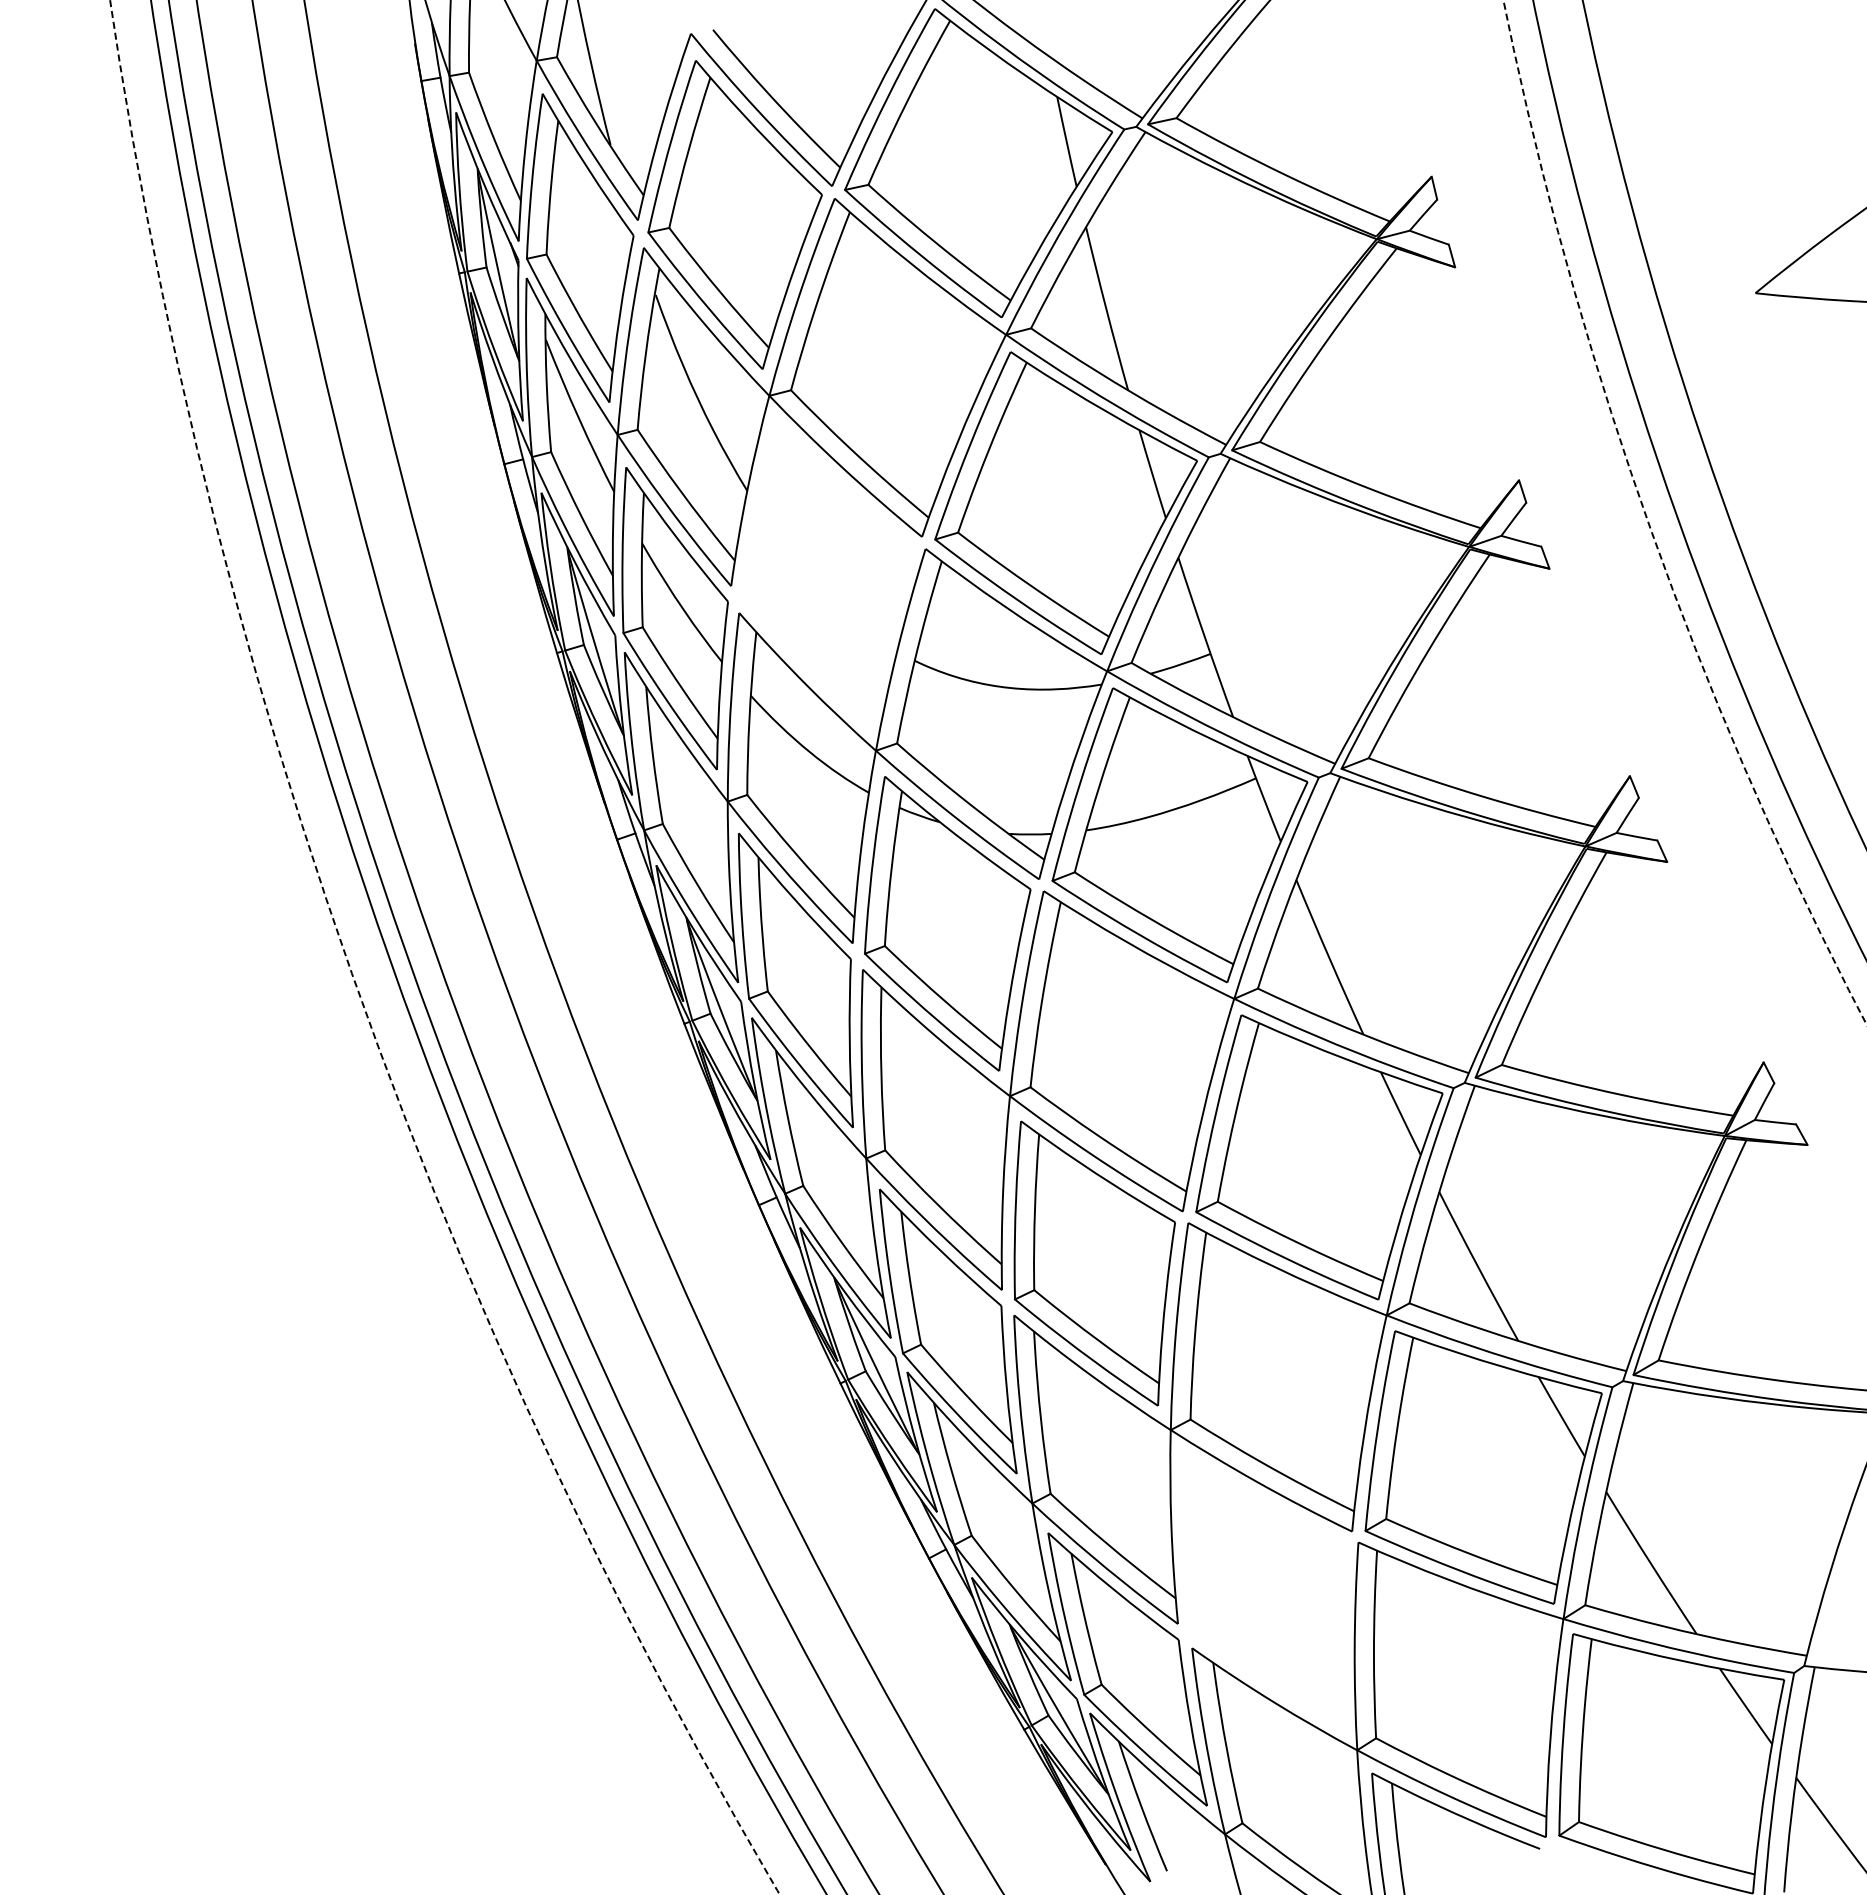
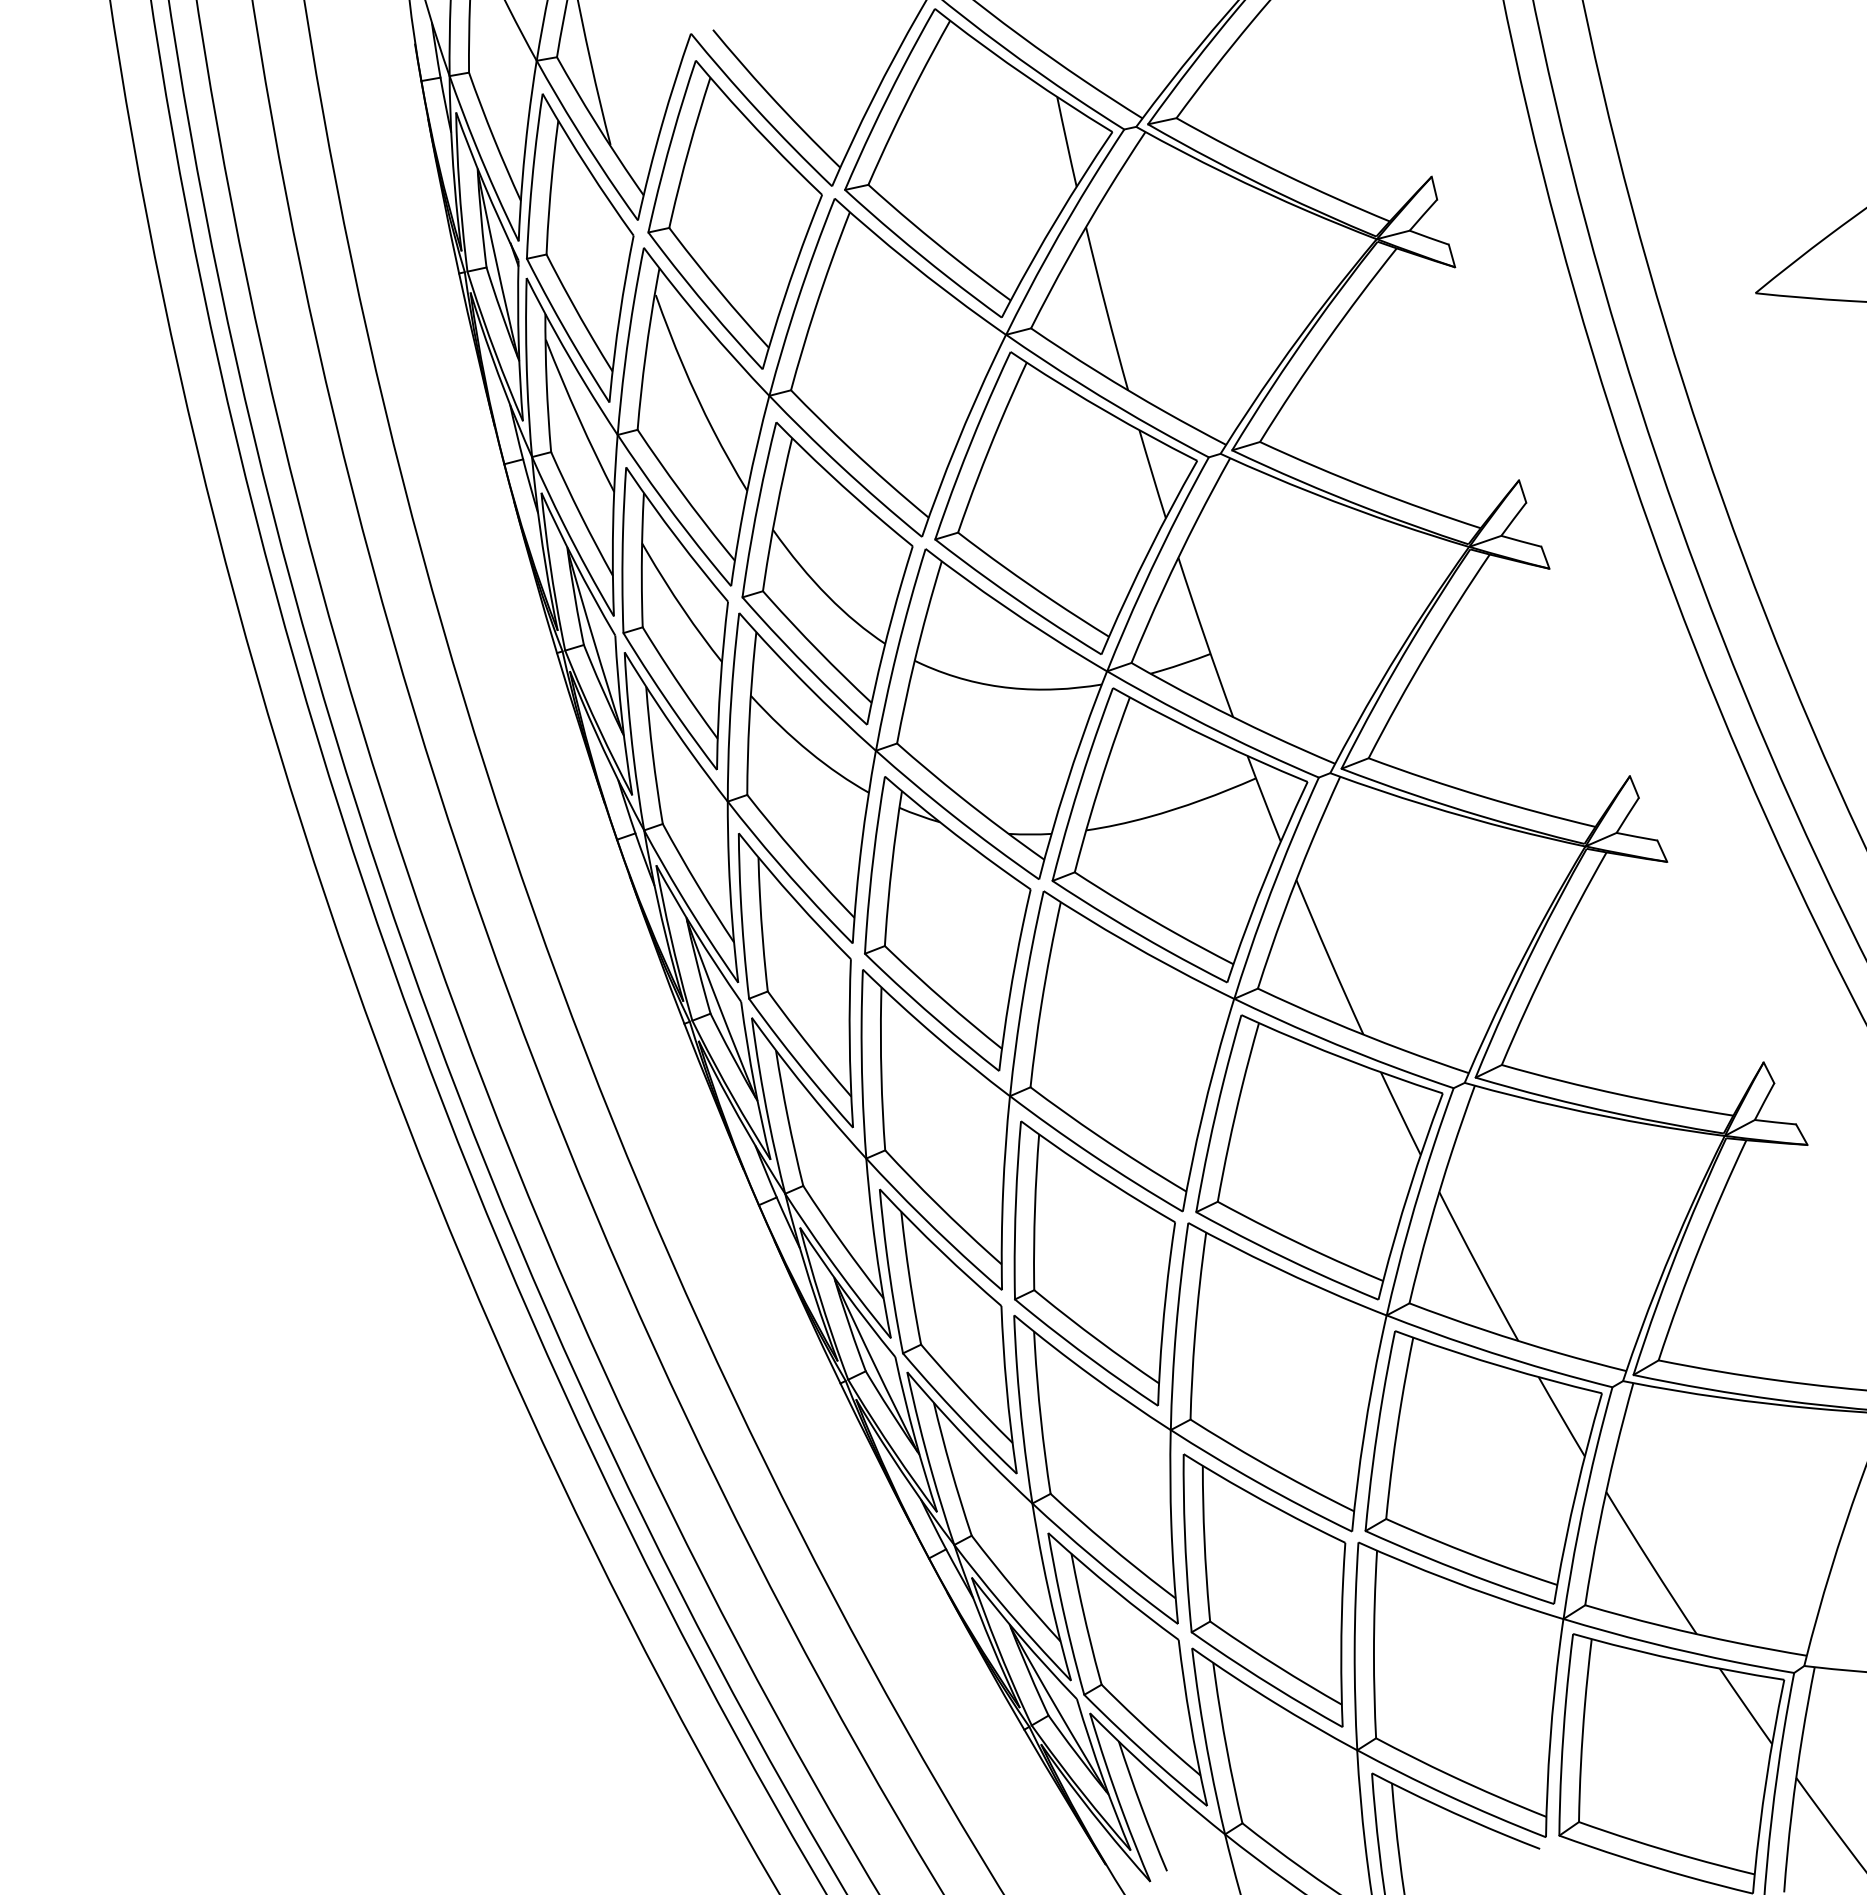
arc at (1649, 526): dashed -> solid
part at (827, 573): none -> present
arc at (351, 973): dashed -> solid
part at (1264, 1590): none -> present
